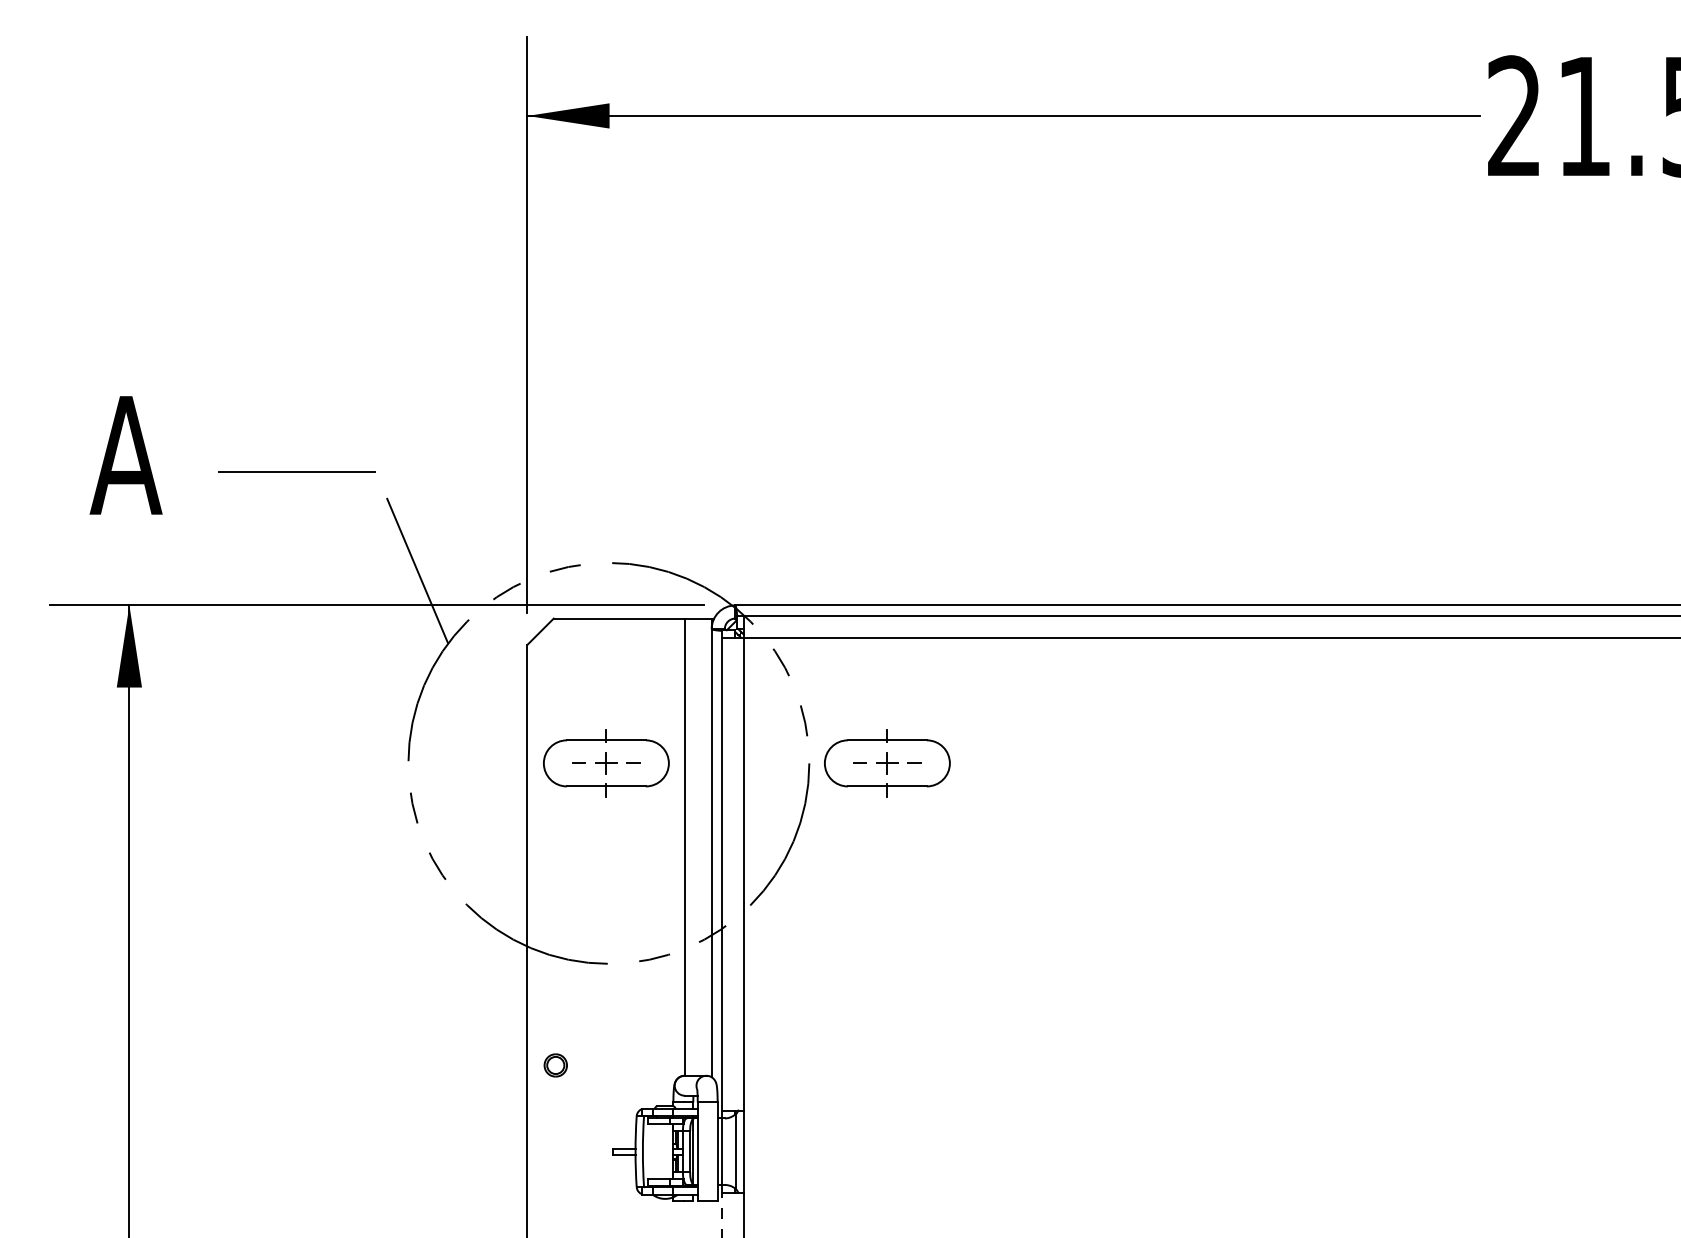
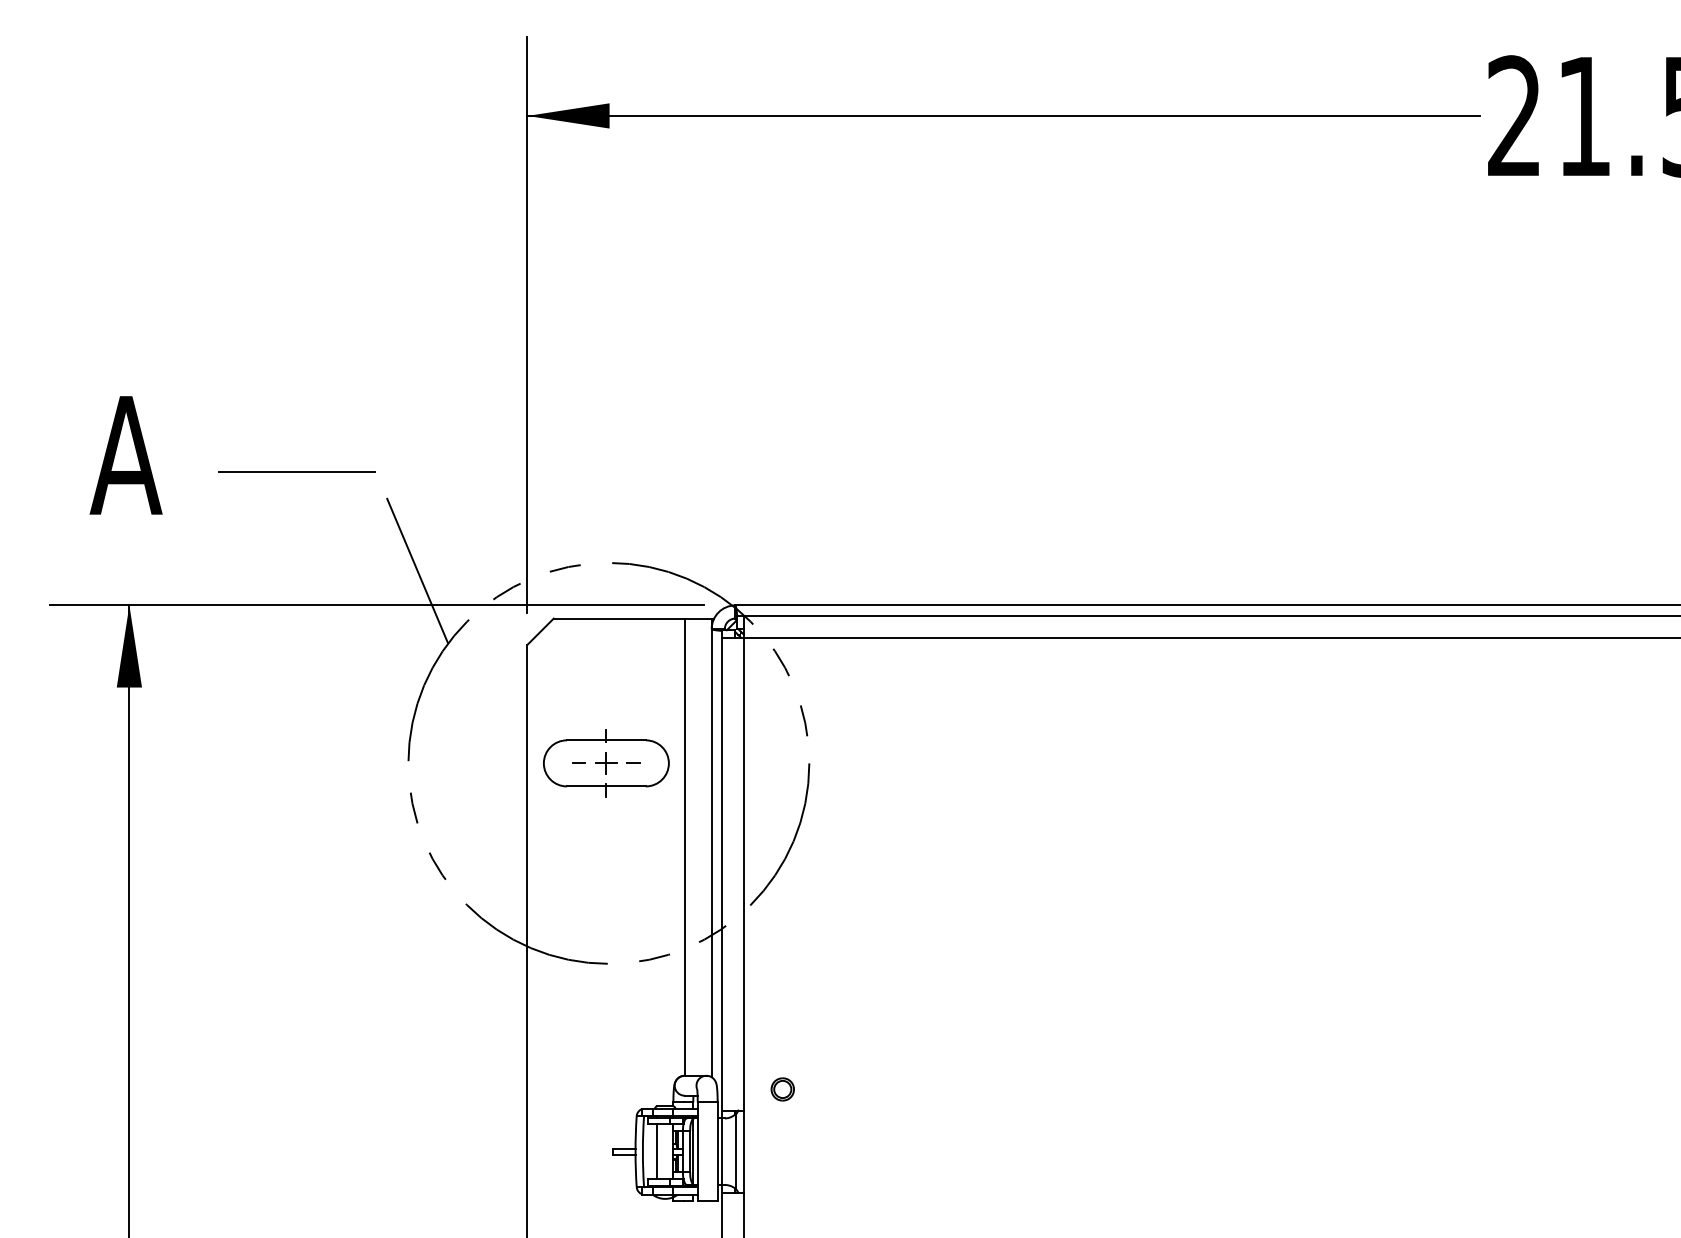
part at (887, 763): present -> none
part at (555, 1065) position: (555, 1065) -> (782, 1089)
line at (657, 1151): none -> present
line at (722, 1214): dashed -> solid
